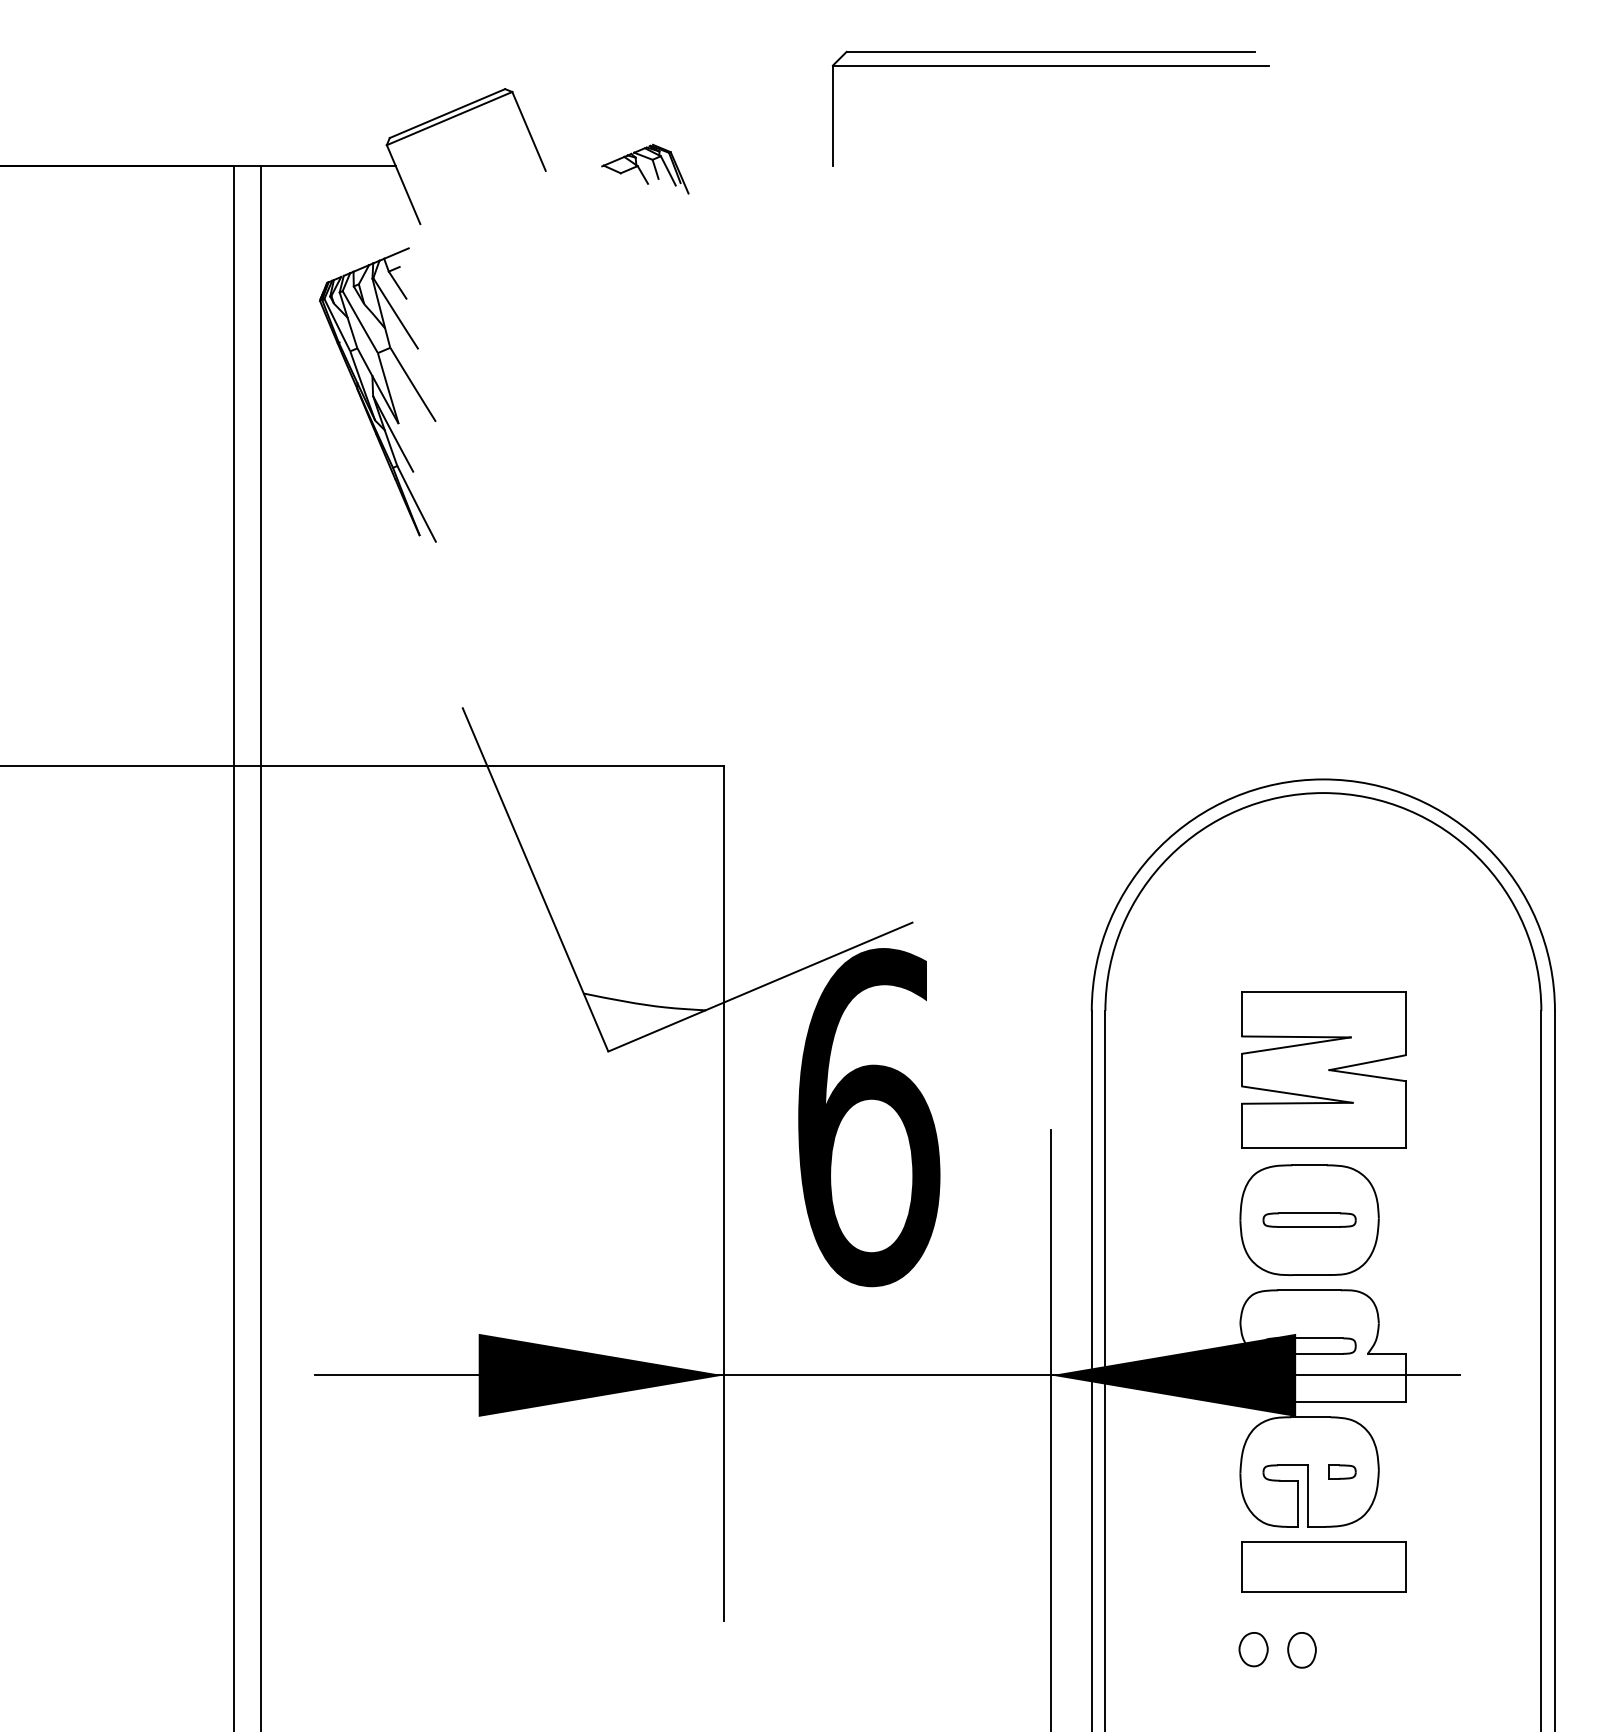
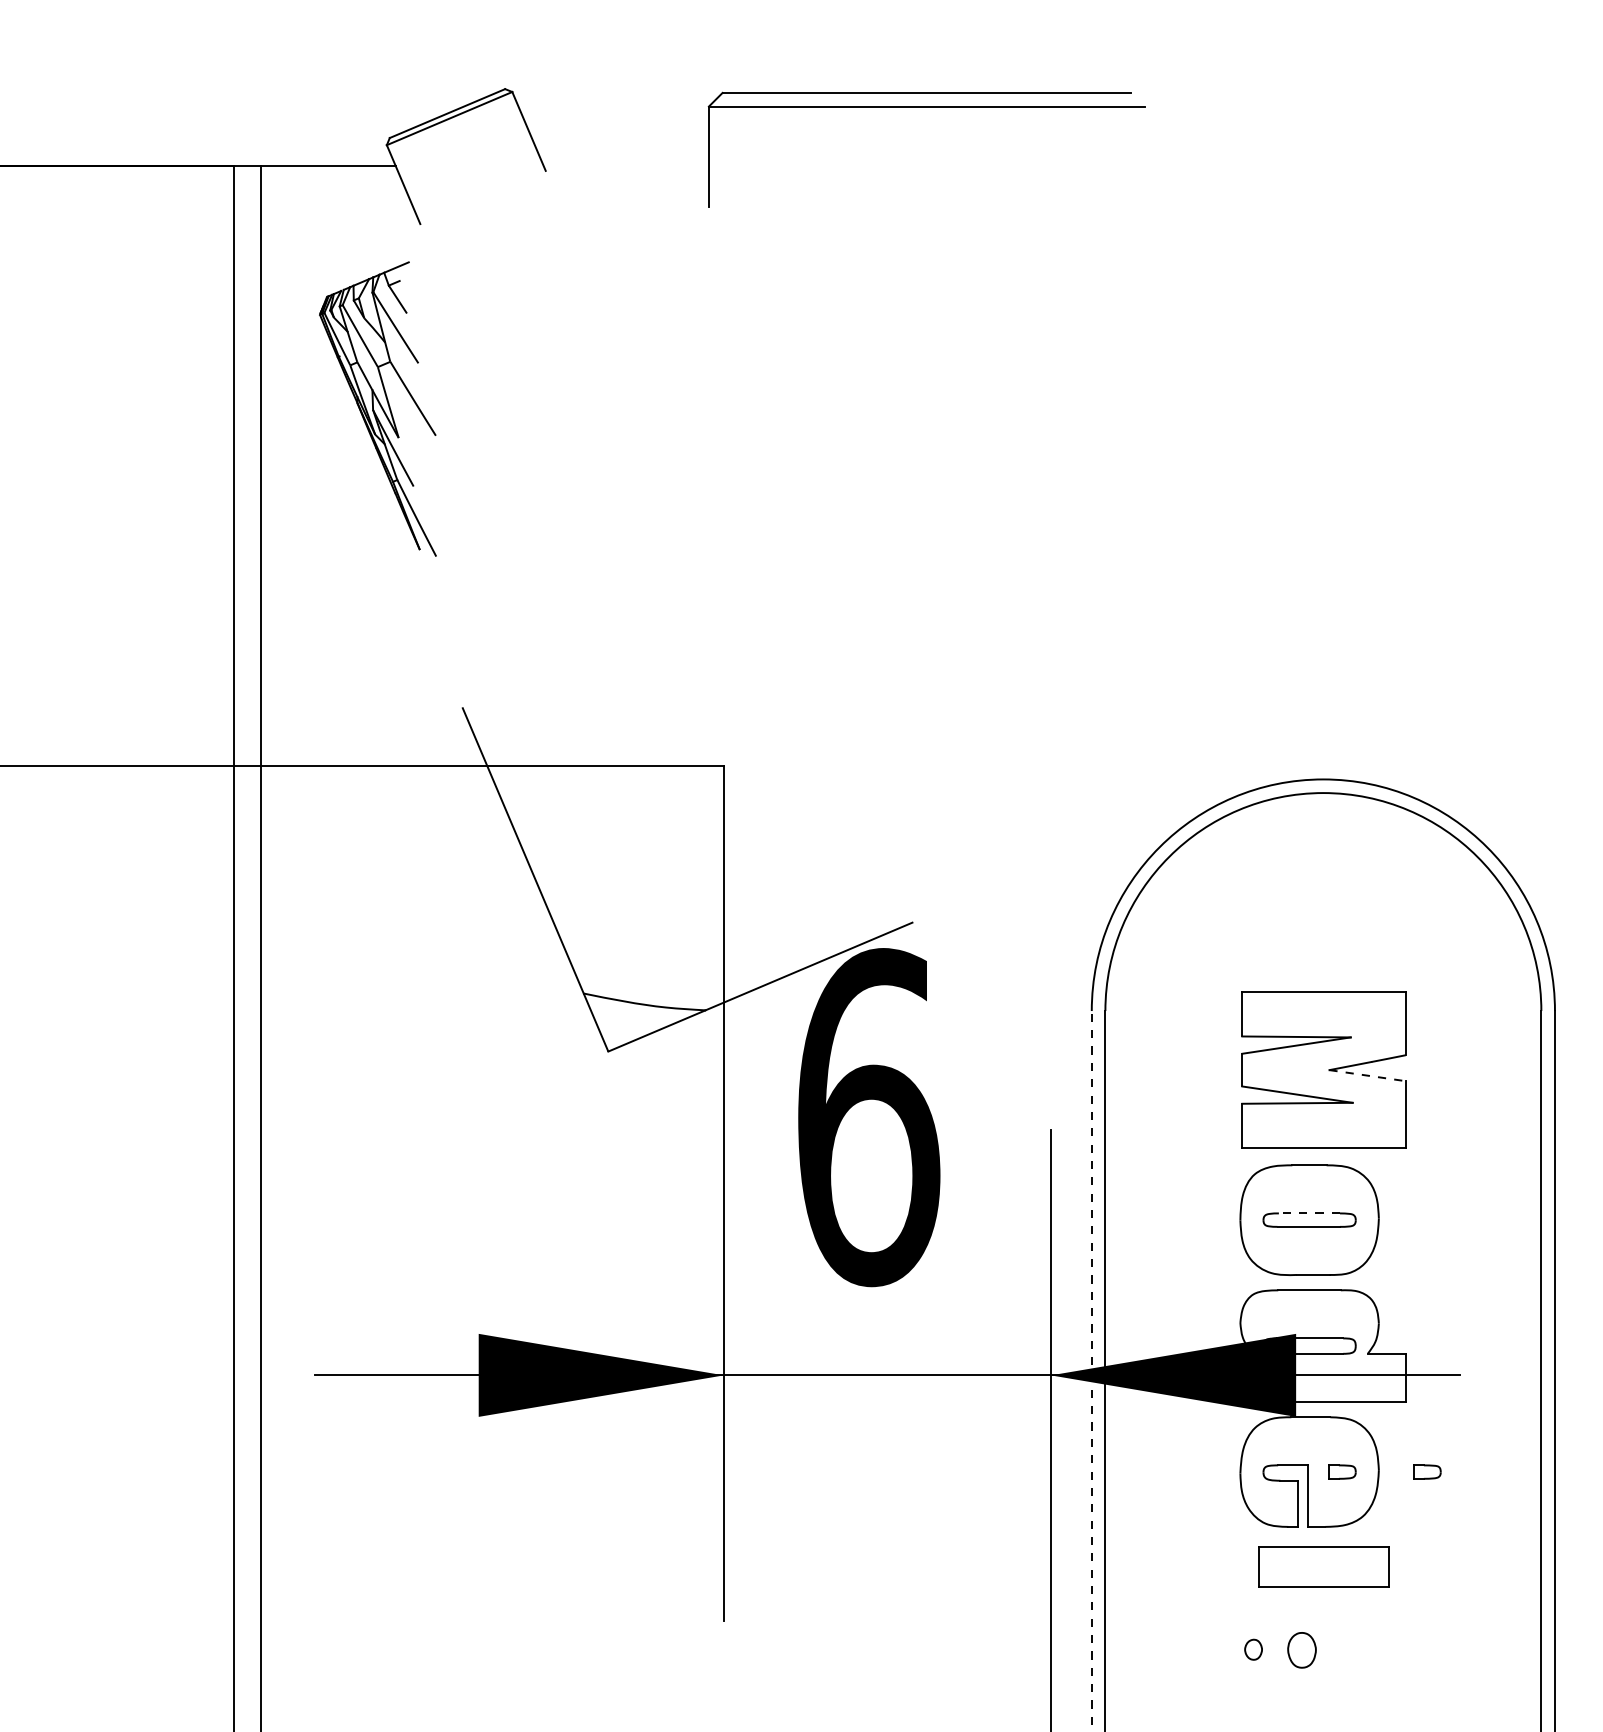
part at (1050, 66) position: (1050, 66) -> (926, 107)
part at (645, 168): present -> none
part at (377, 394) position: (377, 394) -> (377, 408)
line at (1367, 1075): solid -> dashed
line at (1309, 1213): solid -> dashed
line at (1091, 1370): solid -> dashed
part at (1427, 1471): none -> present
part at (1323, 1566) size: 166x52 px -> 132x42 px
part at (1253, 1649) size: 31x36 px -> 19x23 px
